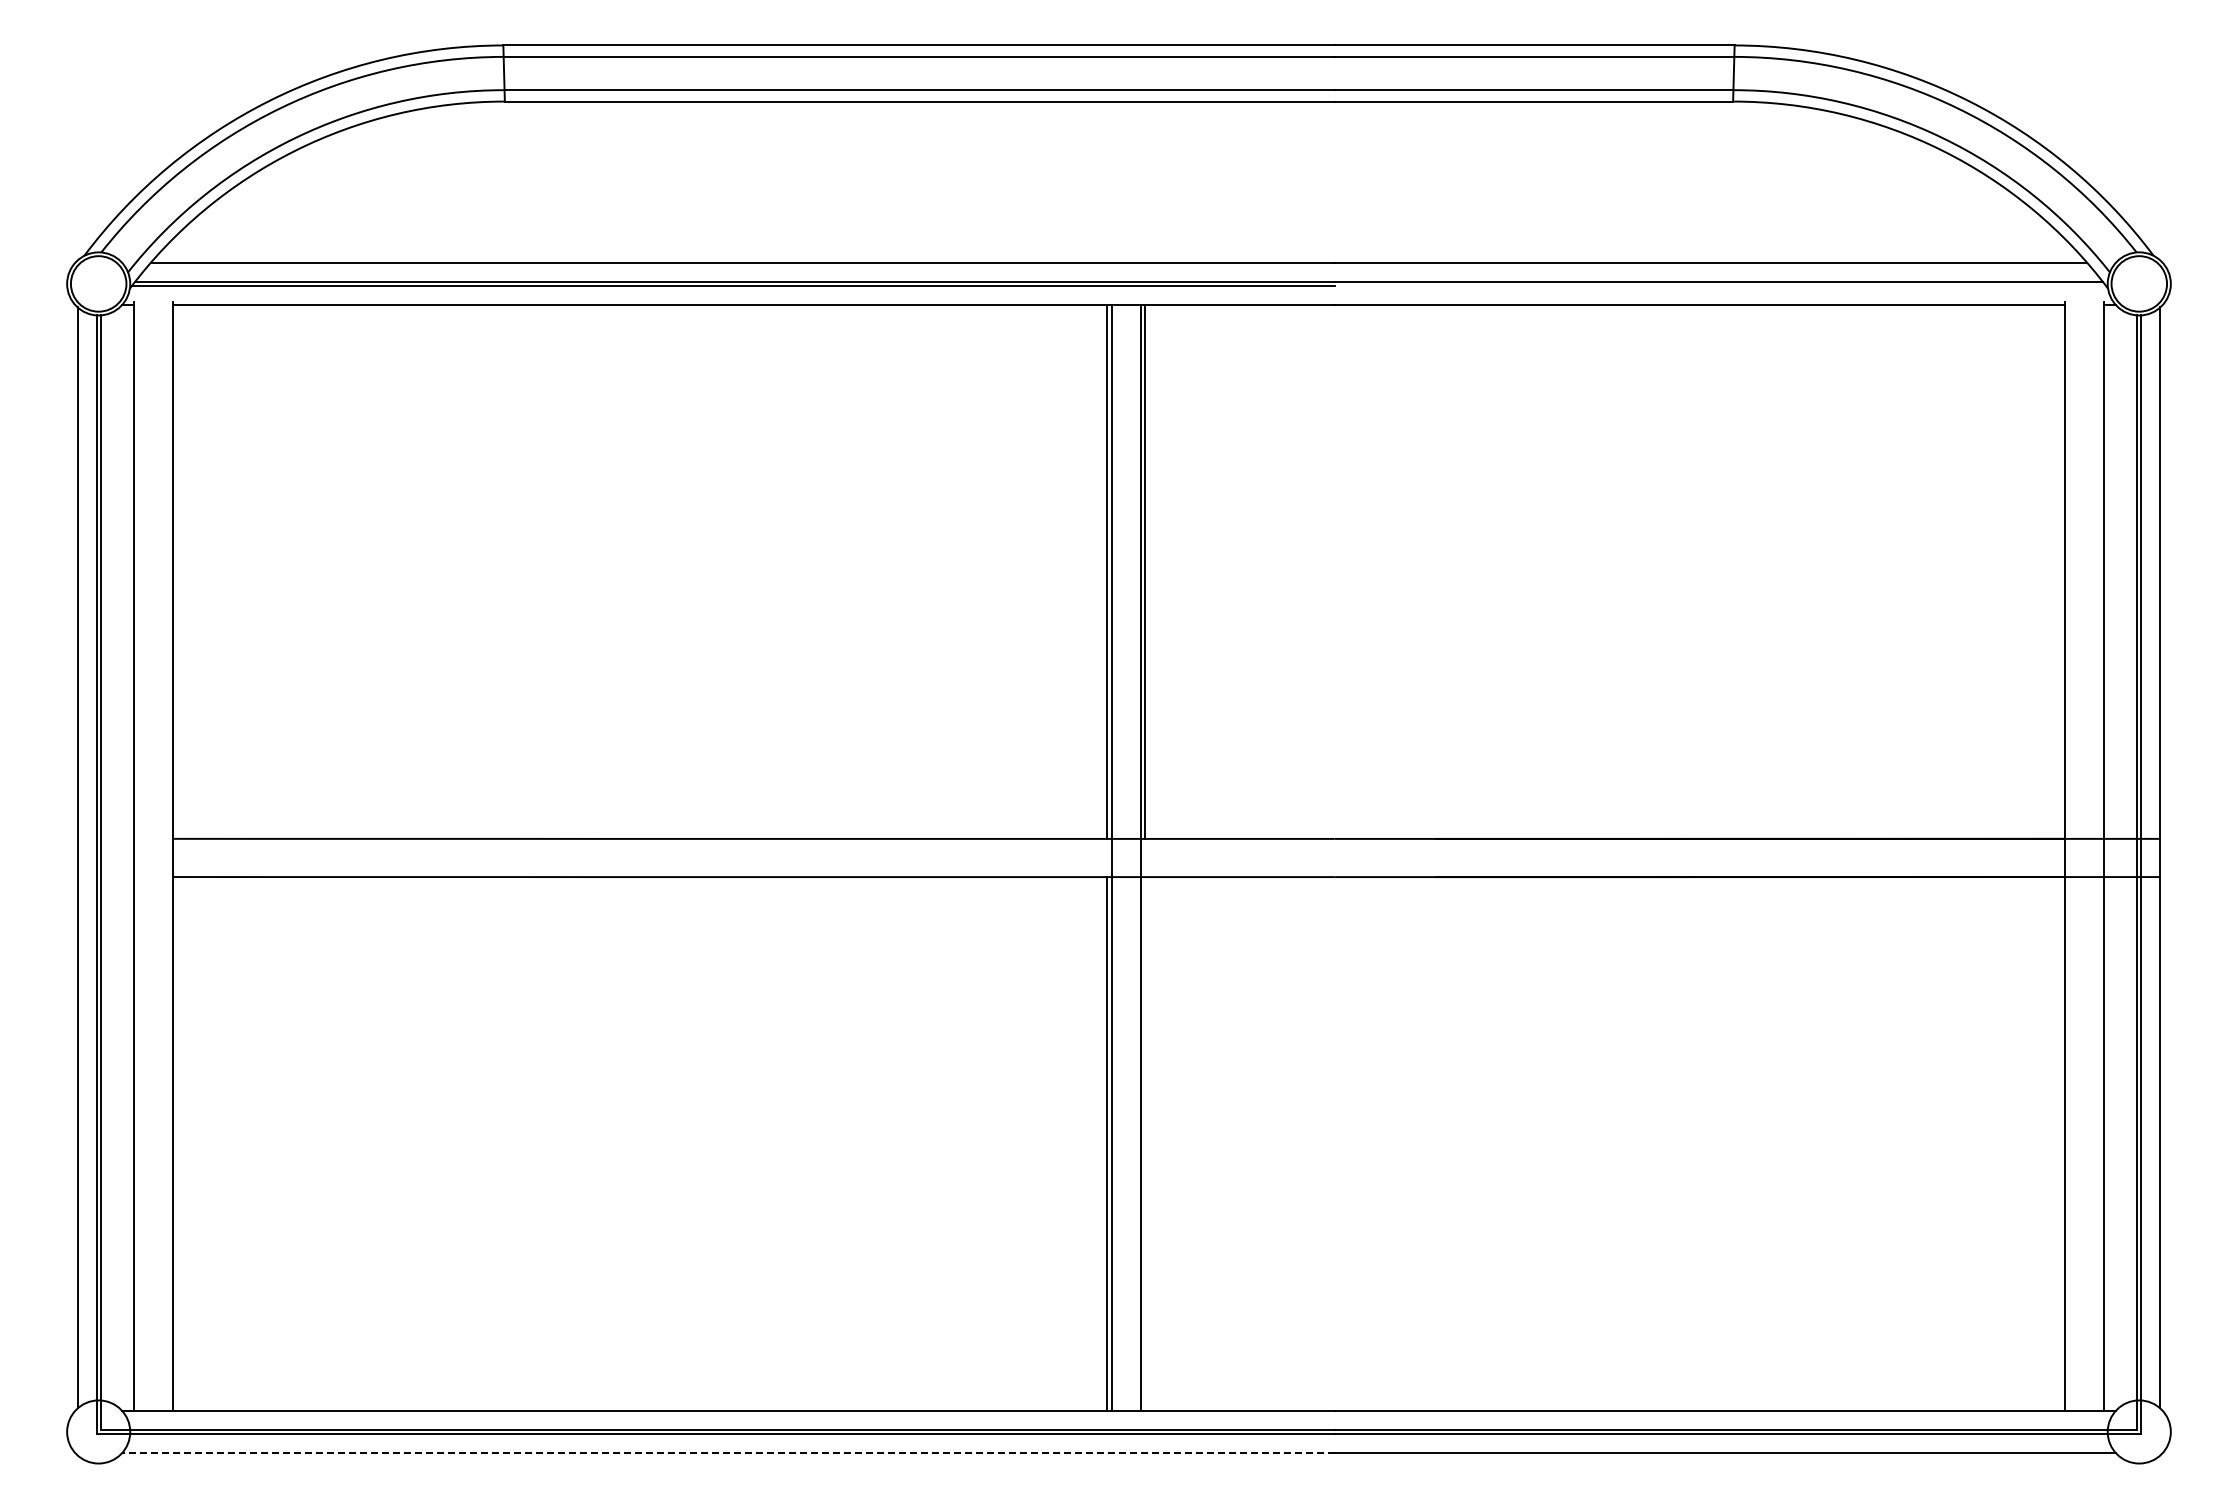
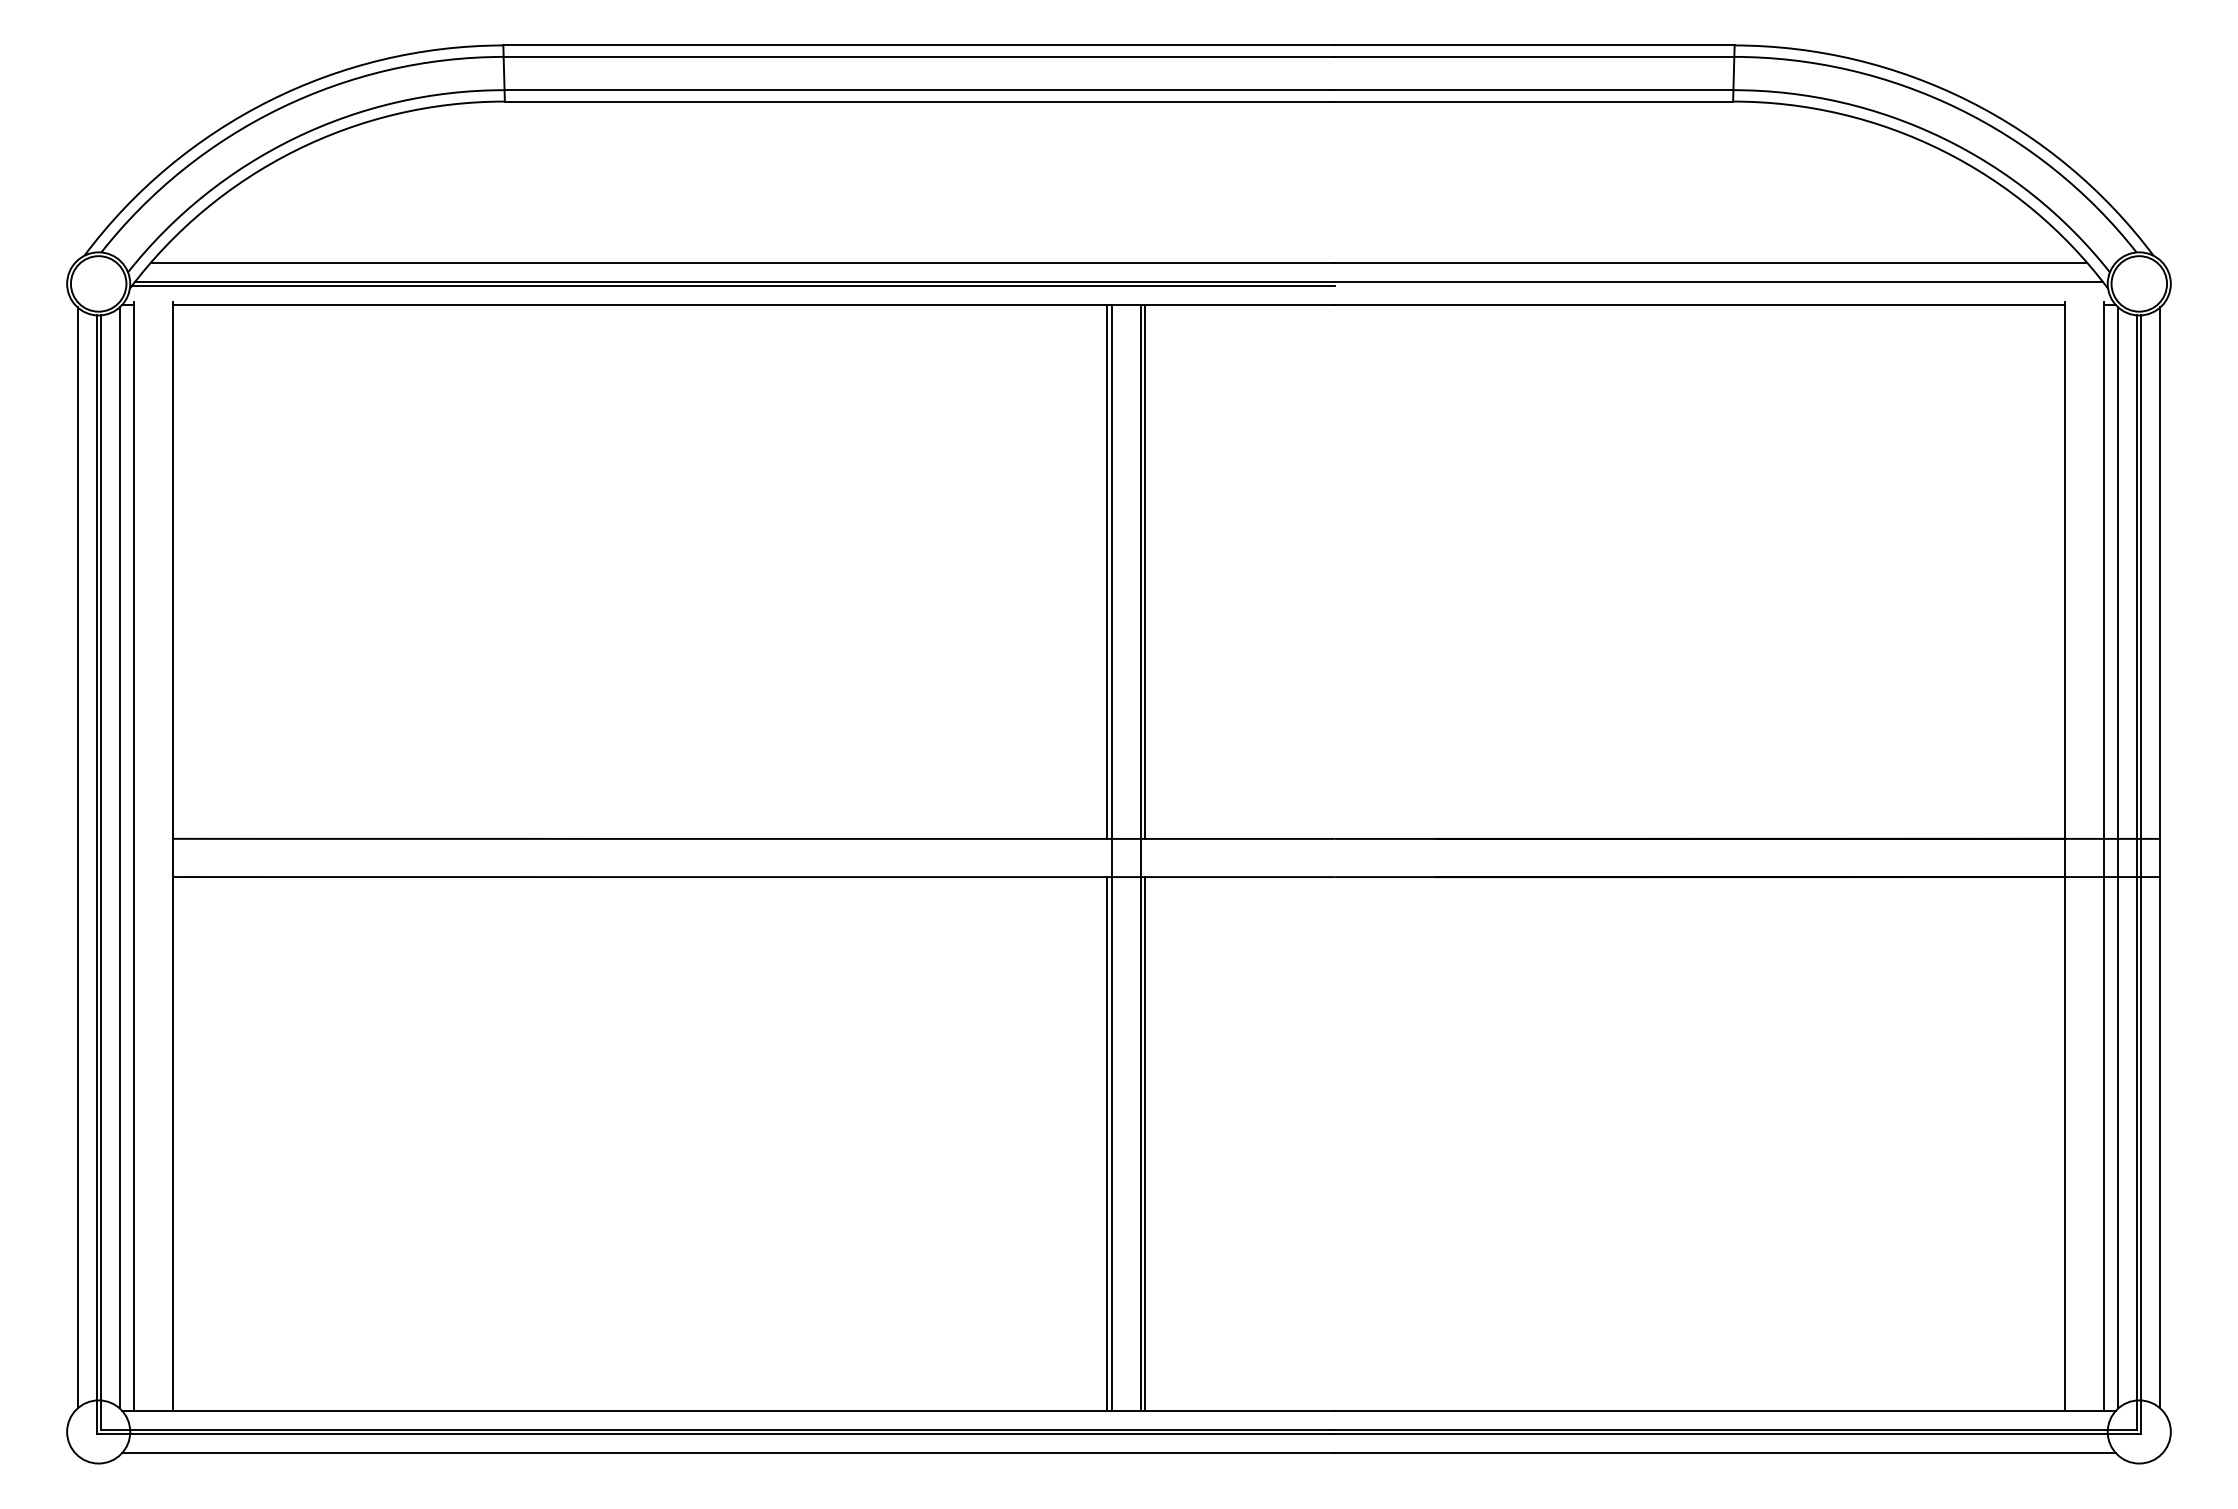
line at (119, 857): none -> present
line at (2118, 857): none -> present
line at (1145, 1143): none -> present
line at (727, 1452): dashed -> solid
